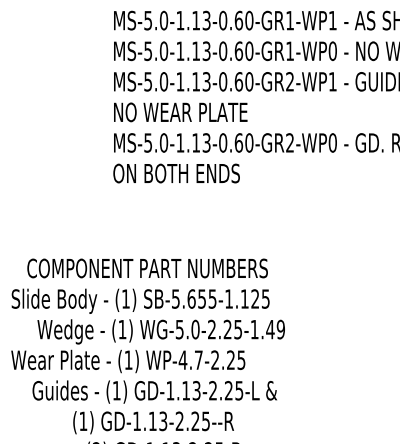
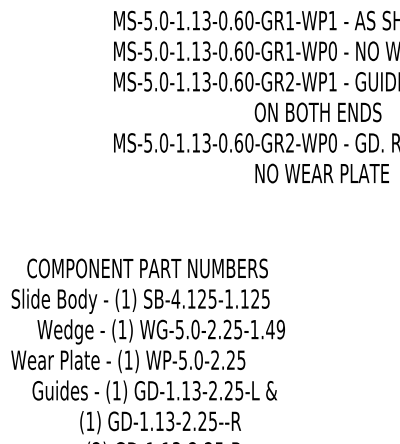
text at (247, 112): NO WEAR PLATE -> ON BOTH ENDS
text at (250, 173): ON BOTH ENDS -> NO WEAR PLATE
text at (188, 298): SB-5.655-1.125 -> SB-4.125-1.125
text at (190, 359): WP-4.7-2.25 -> WP-5.0-2.25
text at (153, 422) position: (153, 422) -> (160, 422)
